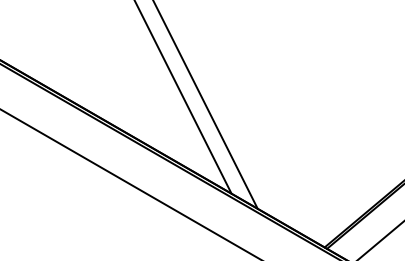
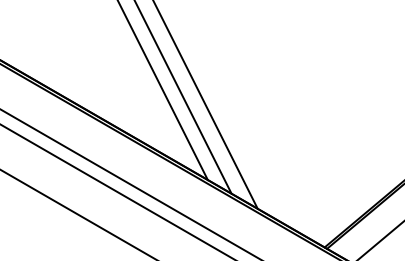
line at (162, 91): none -> present
line at (116, 191): none -> present
line at (77, 213): none -> present
